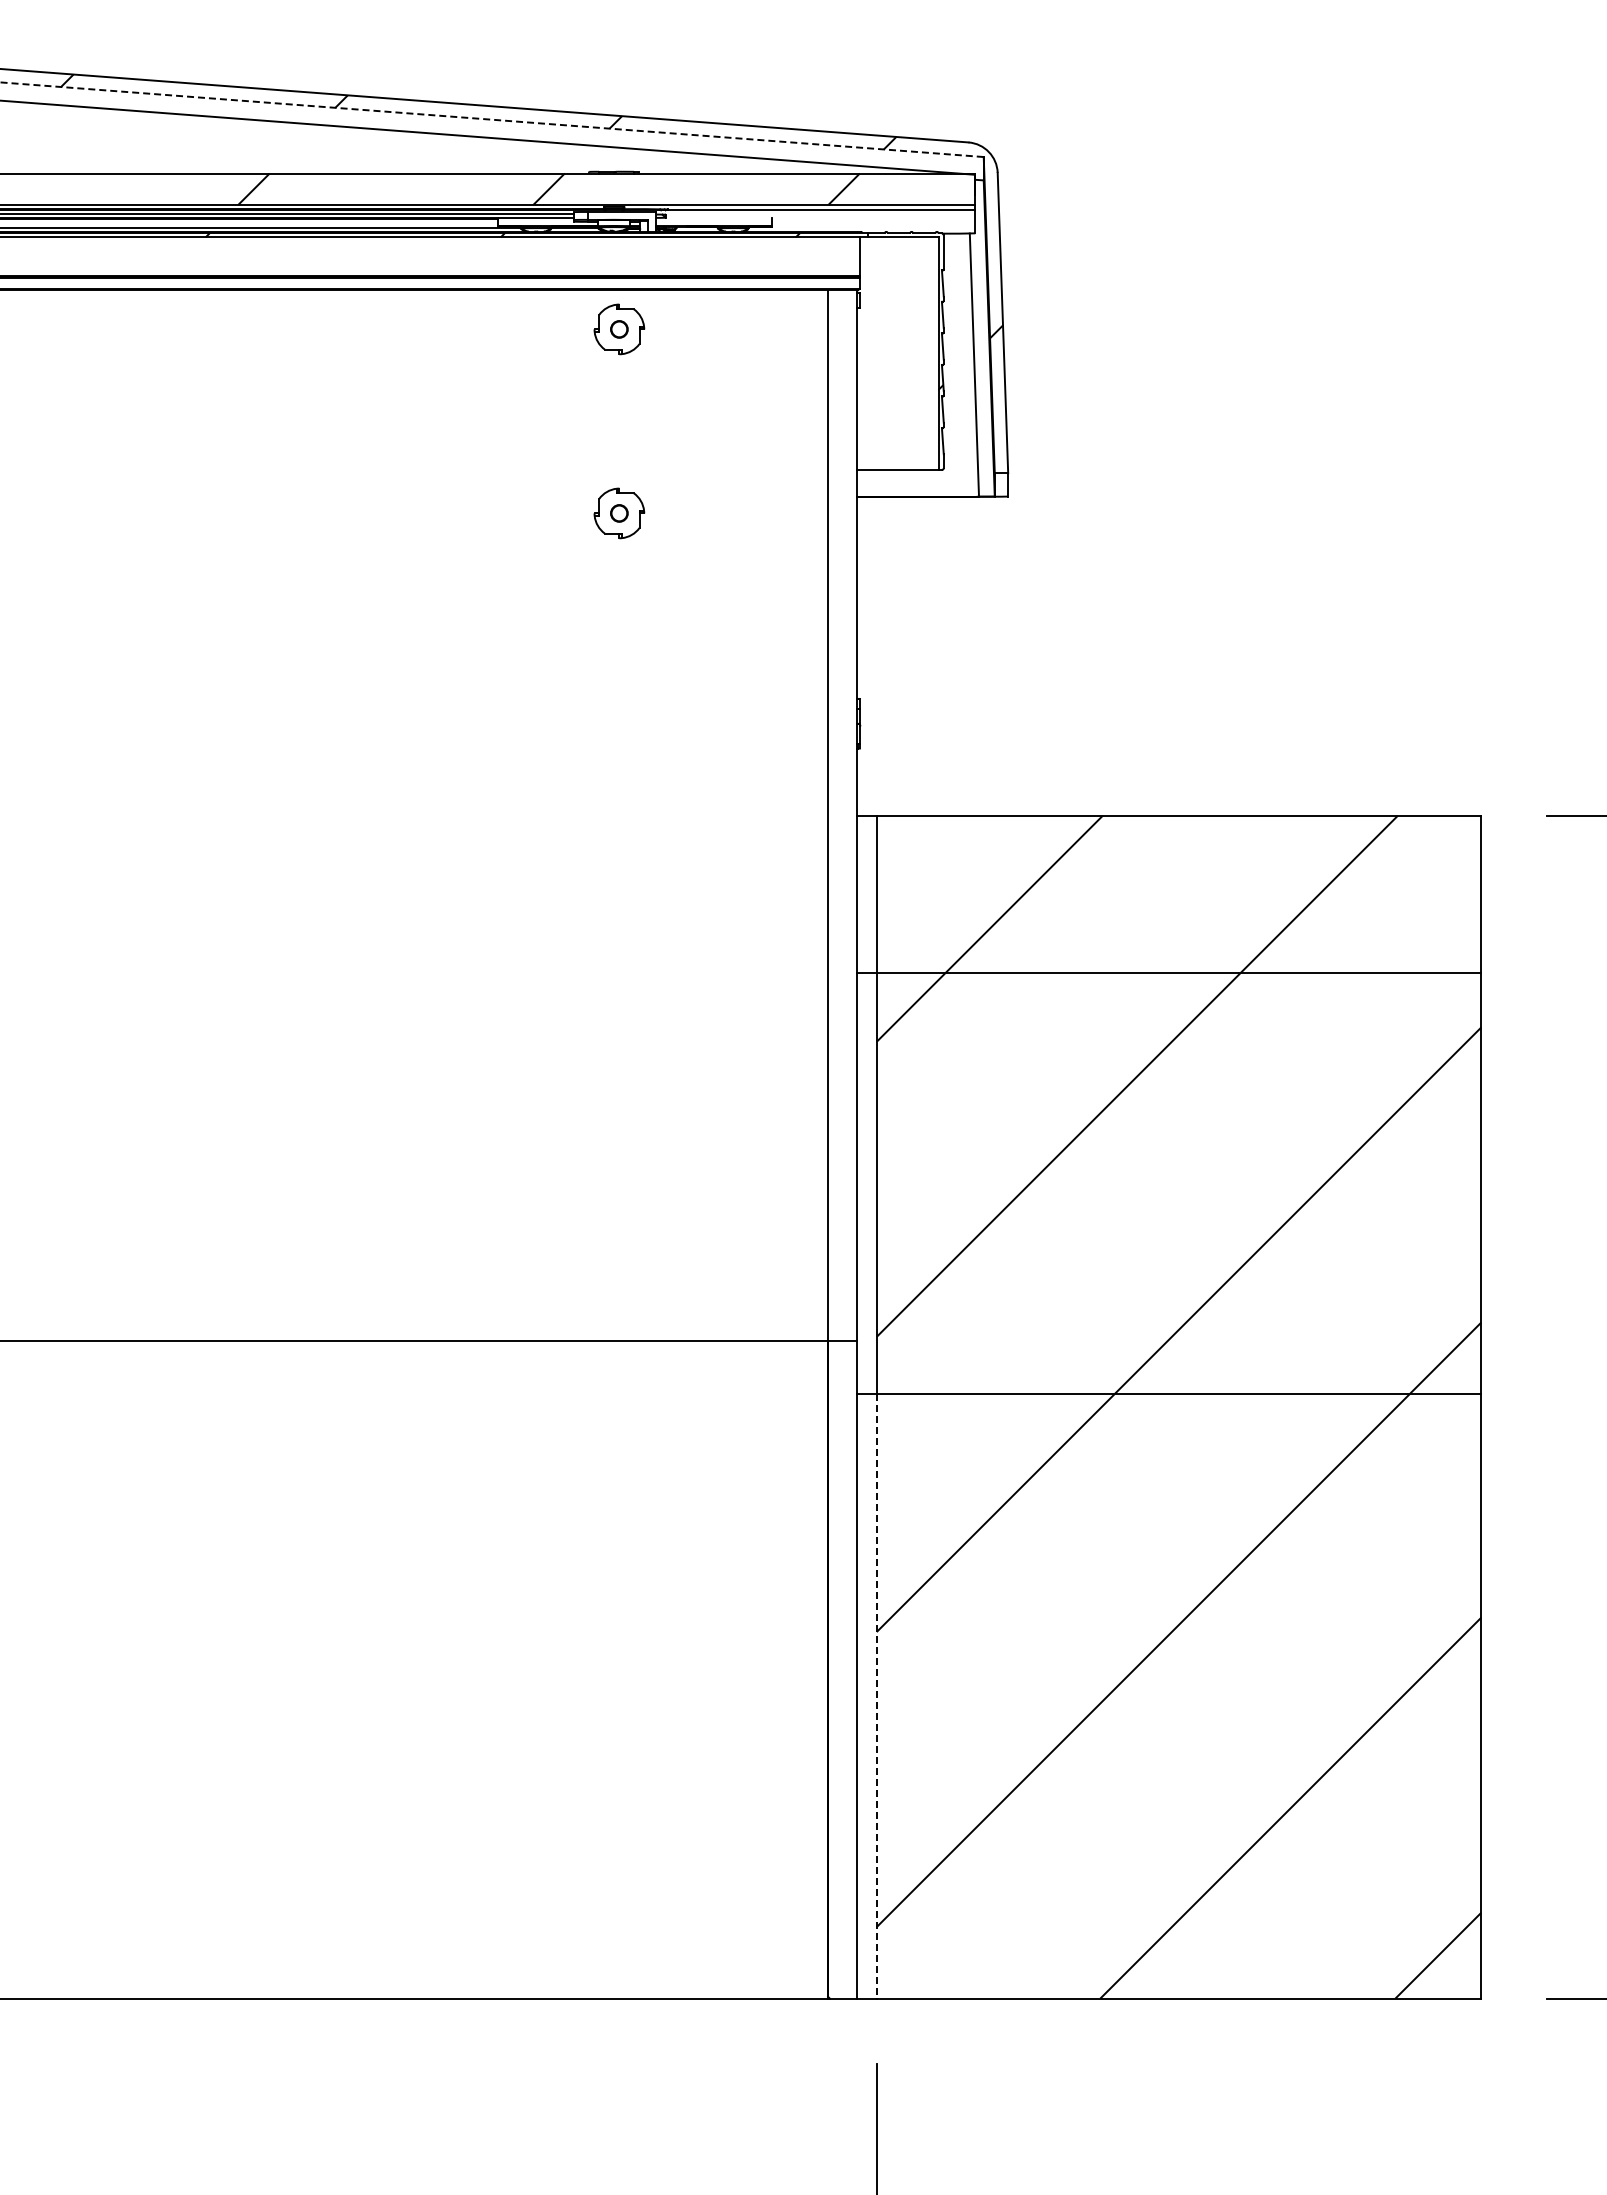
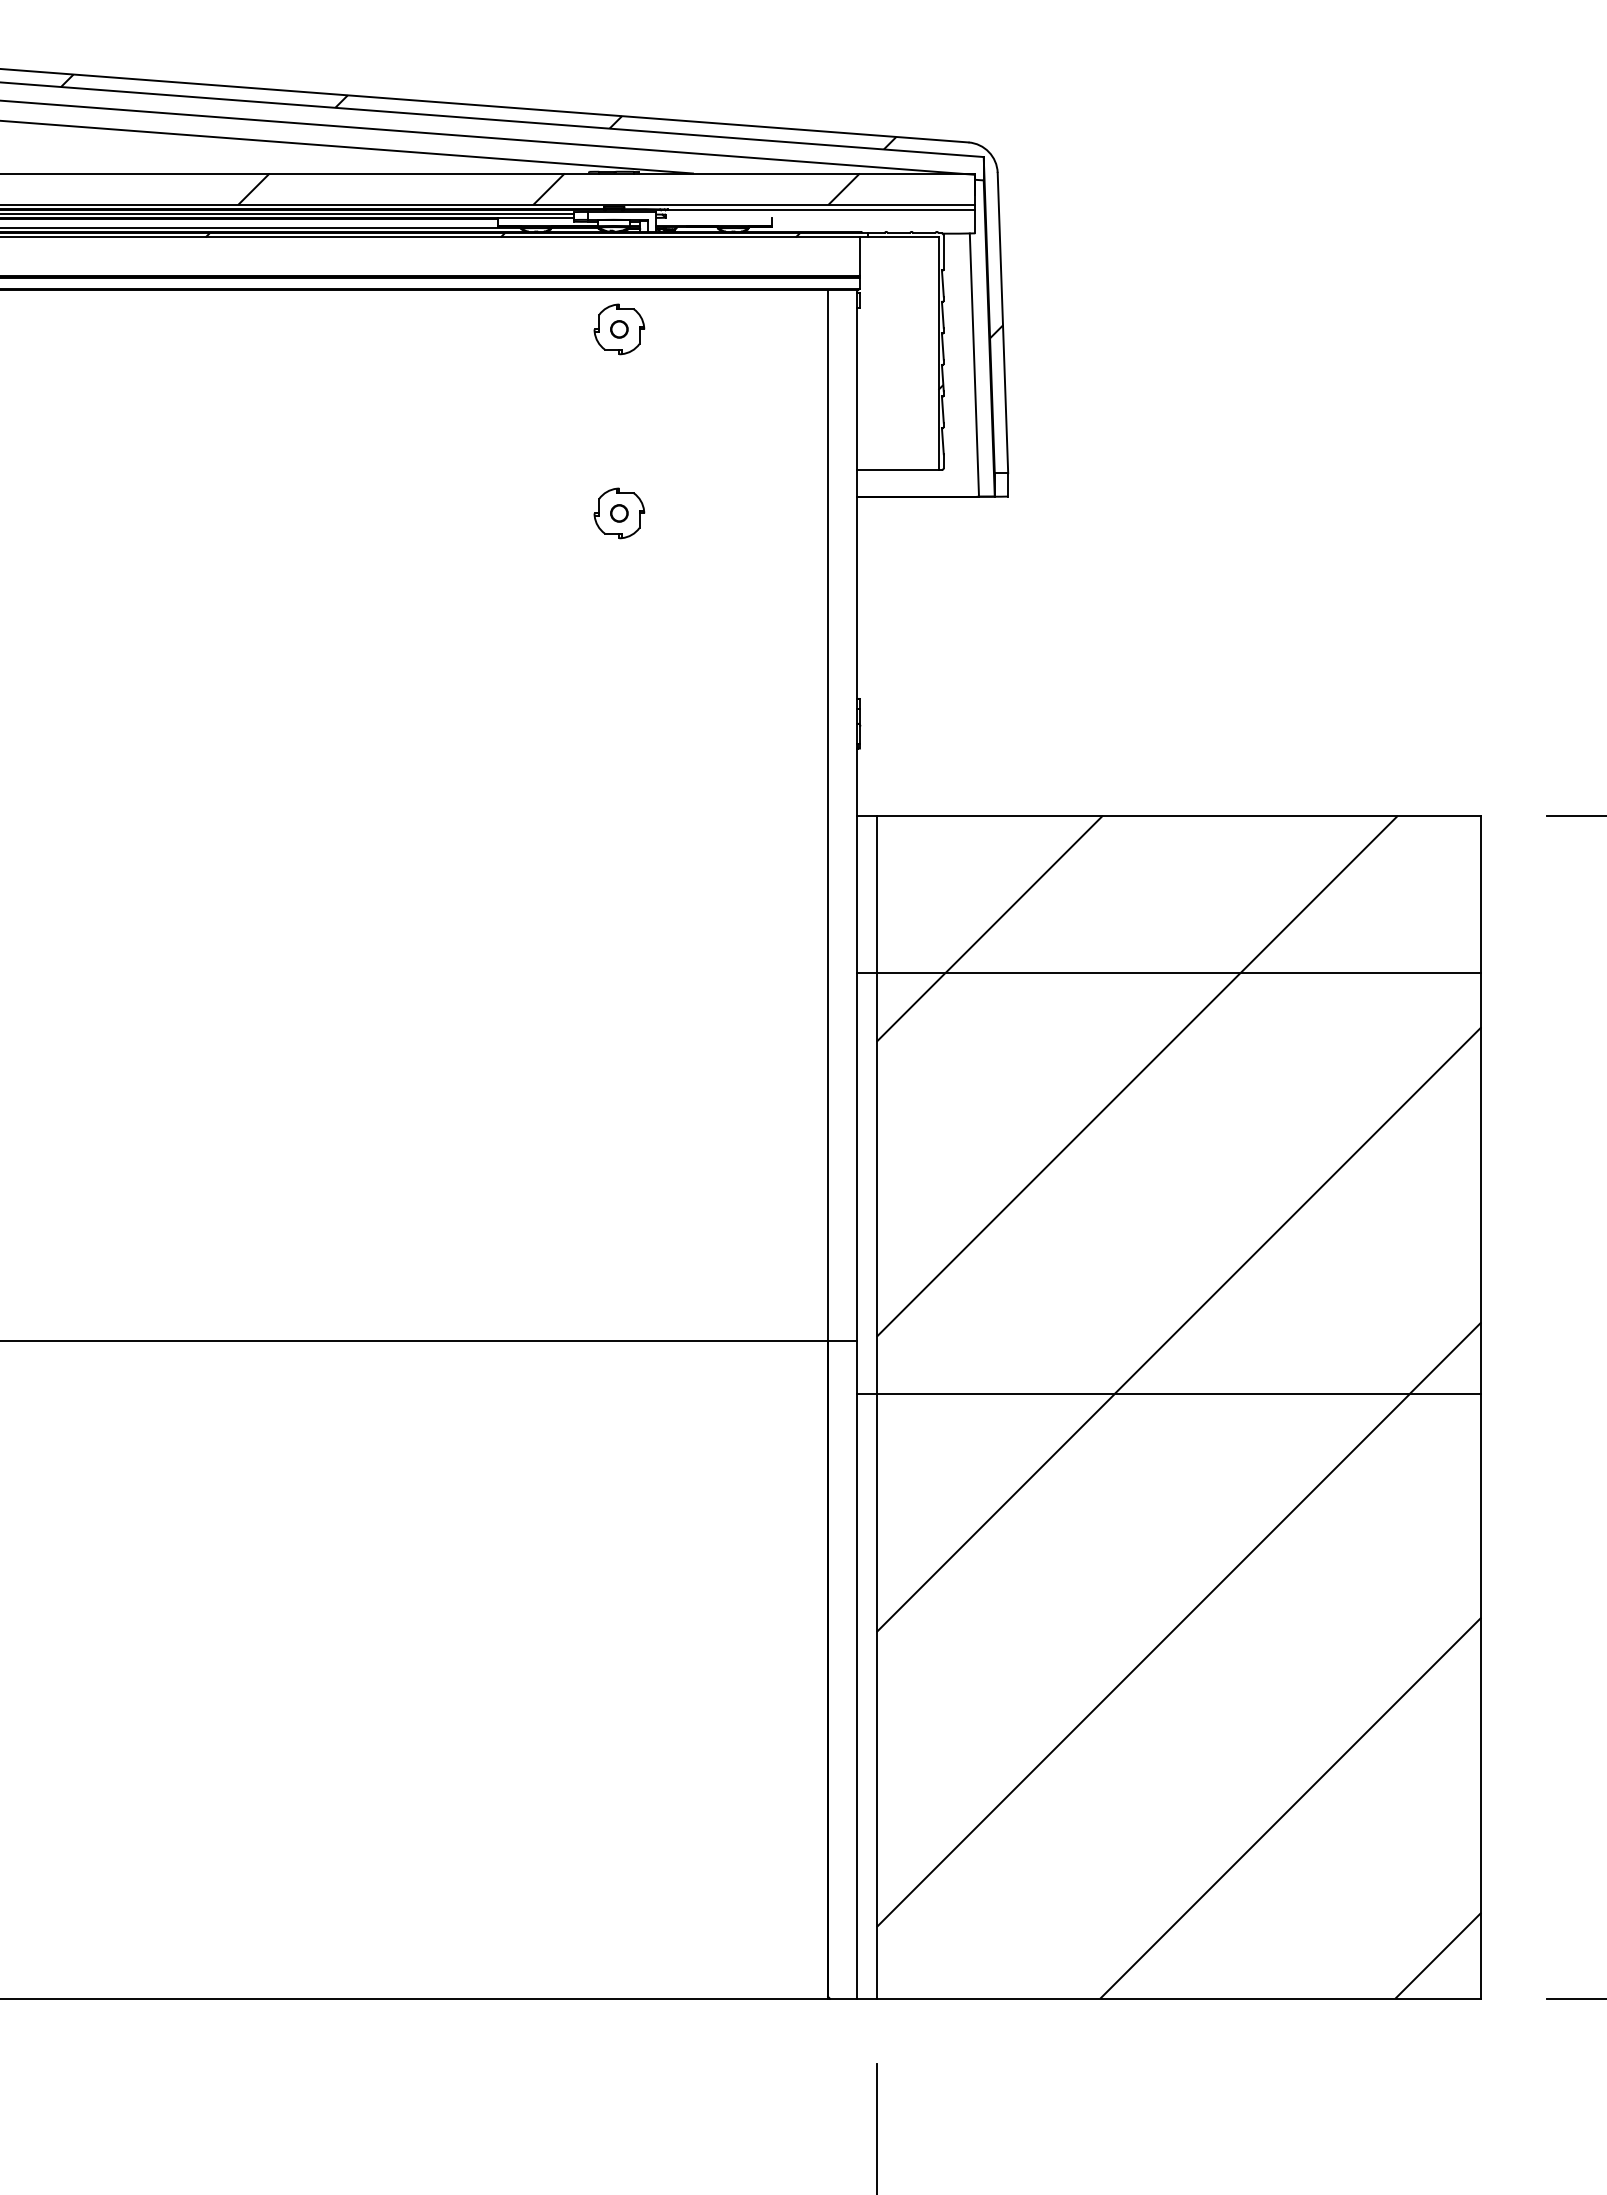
line at (492, 119): dashed -> solid
line at (347, 146): none -> present
line at (876, 1696): dashed -> solid
